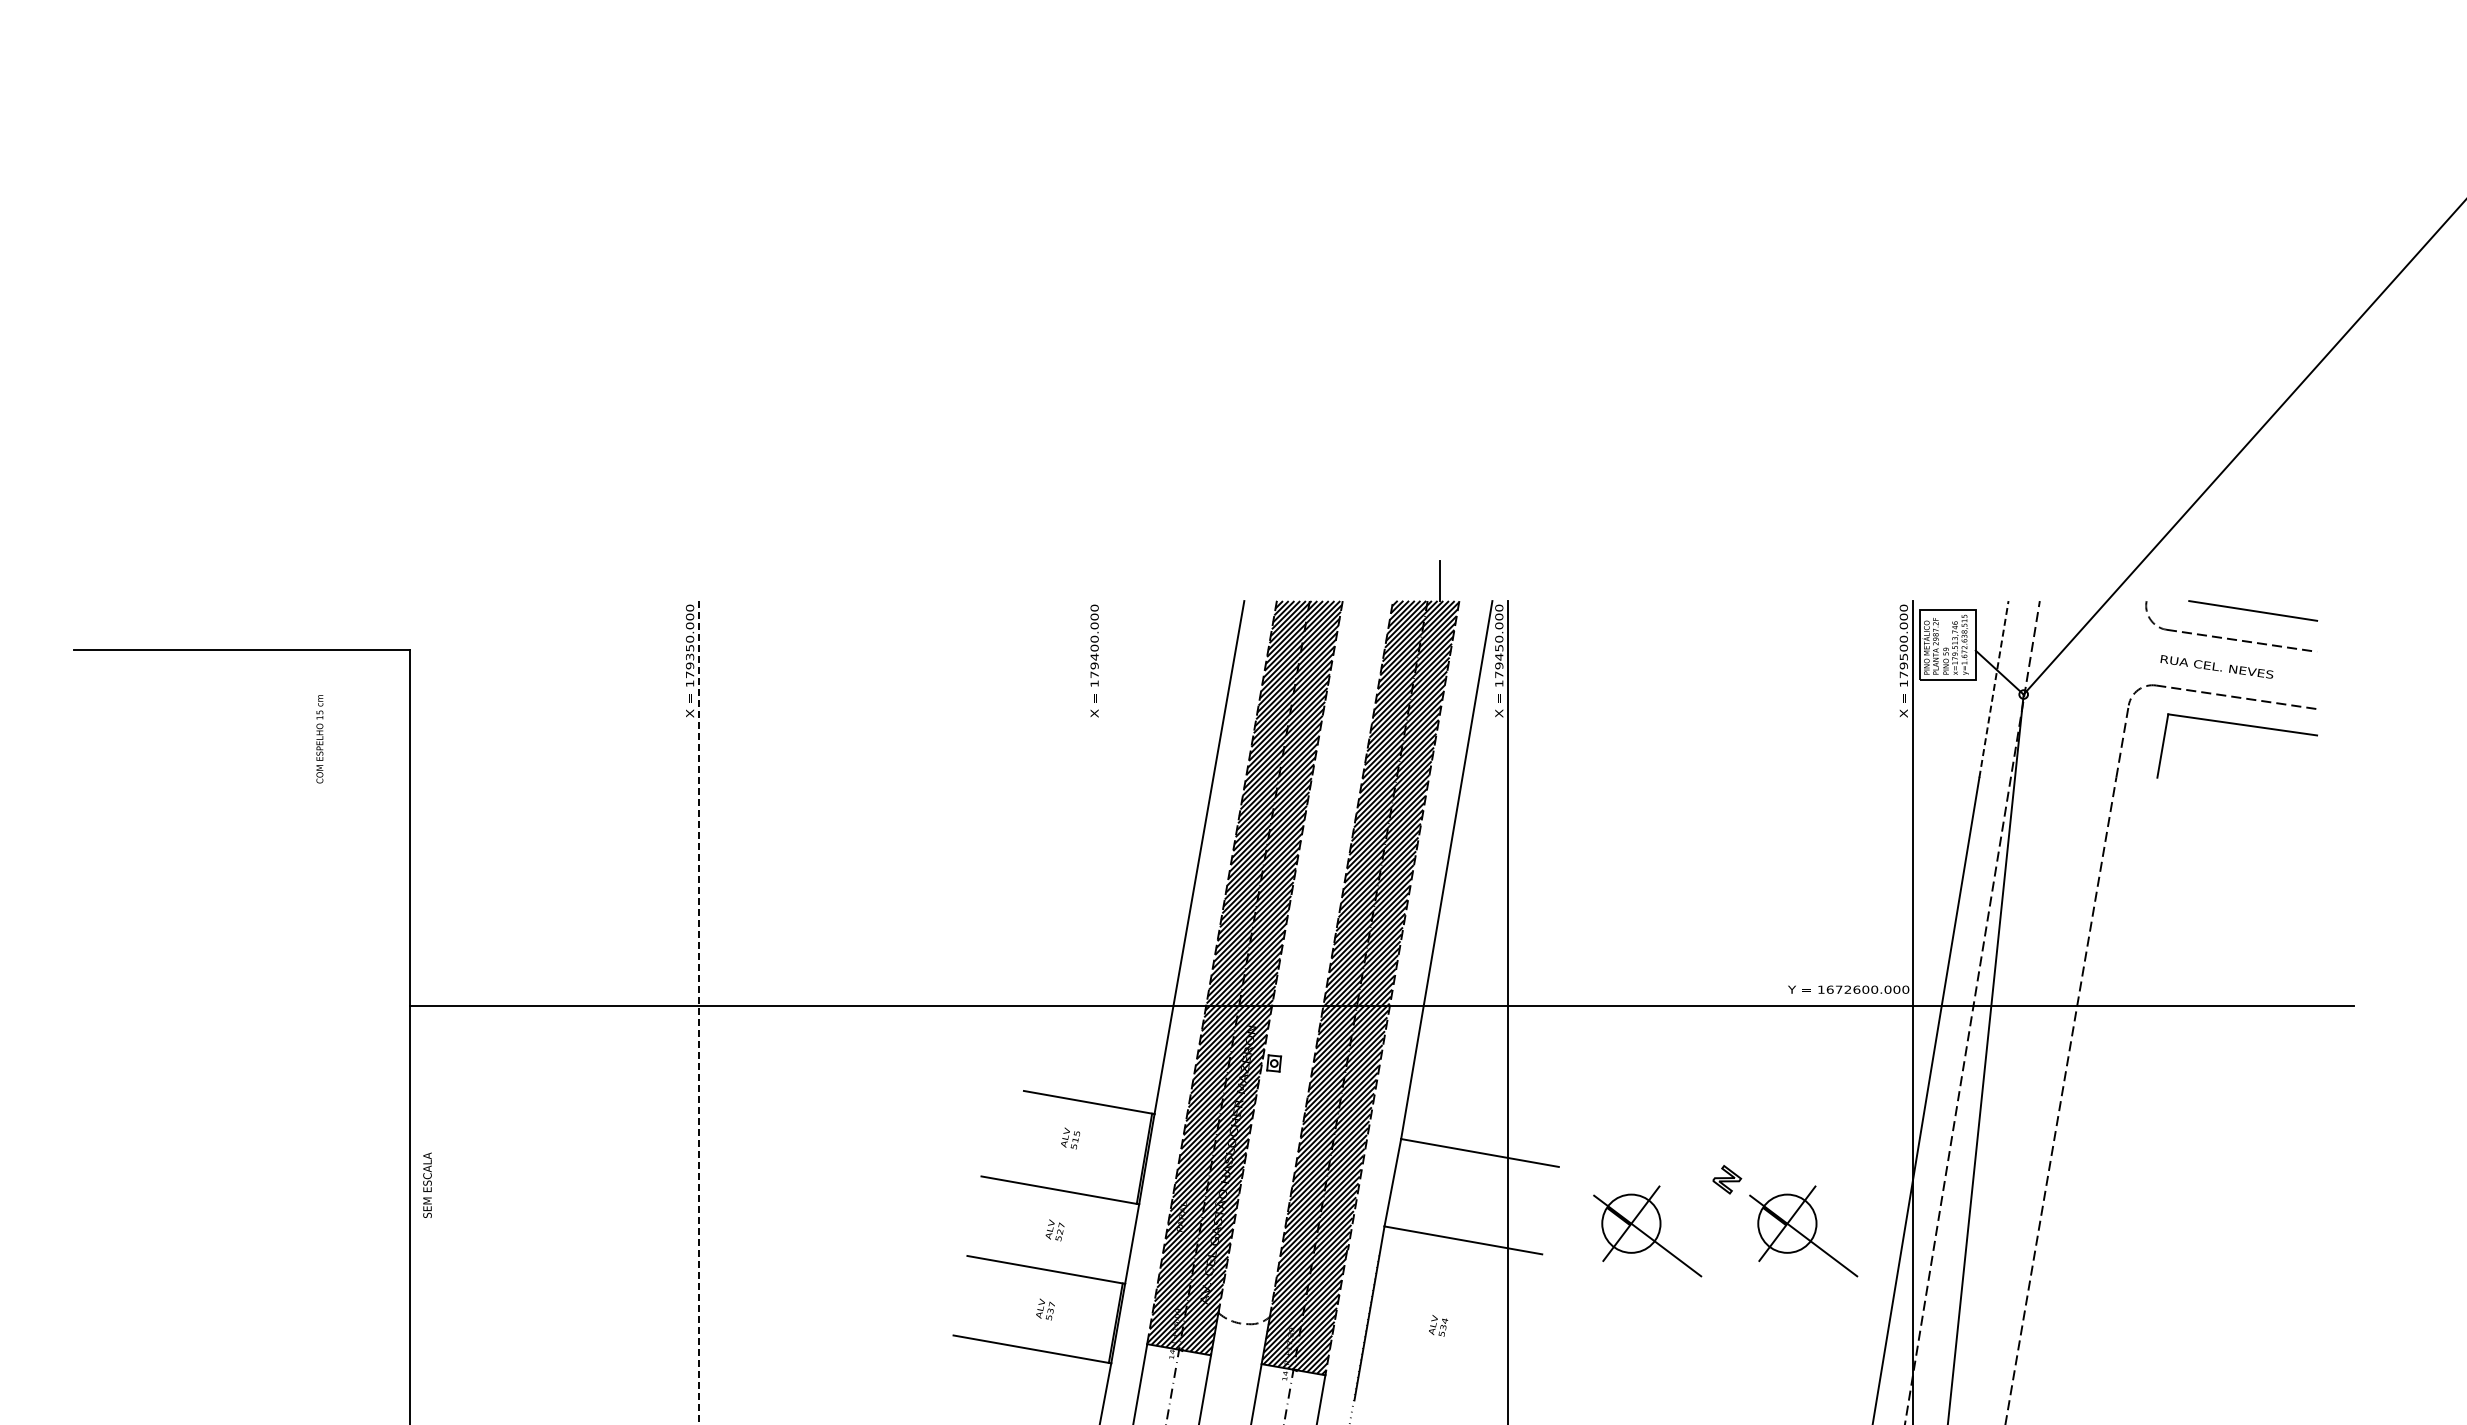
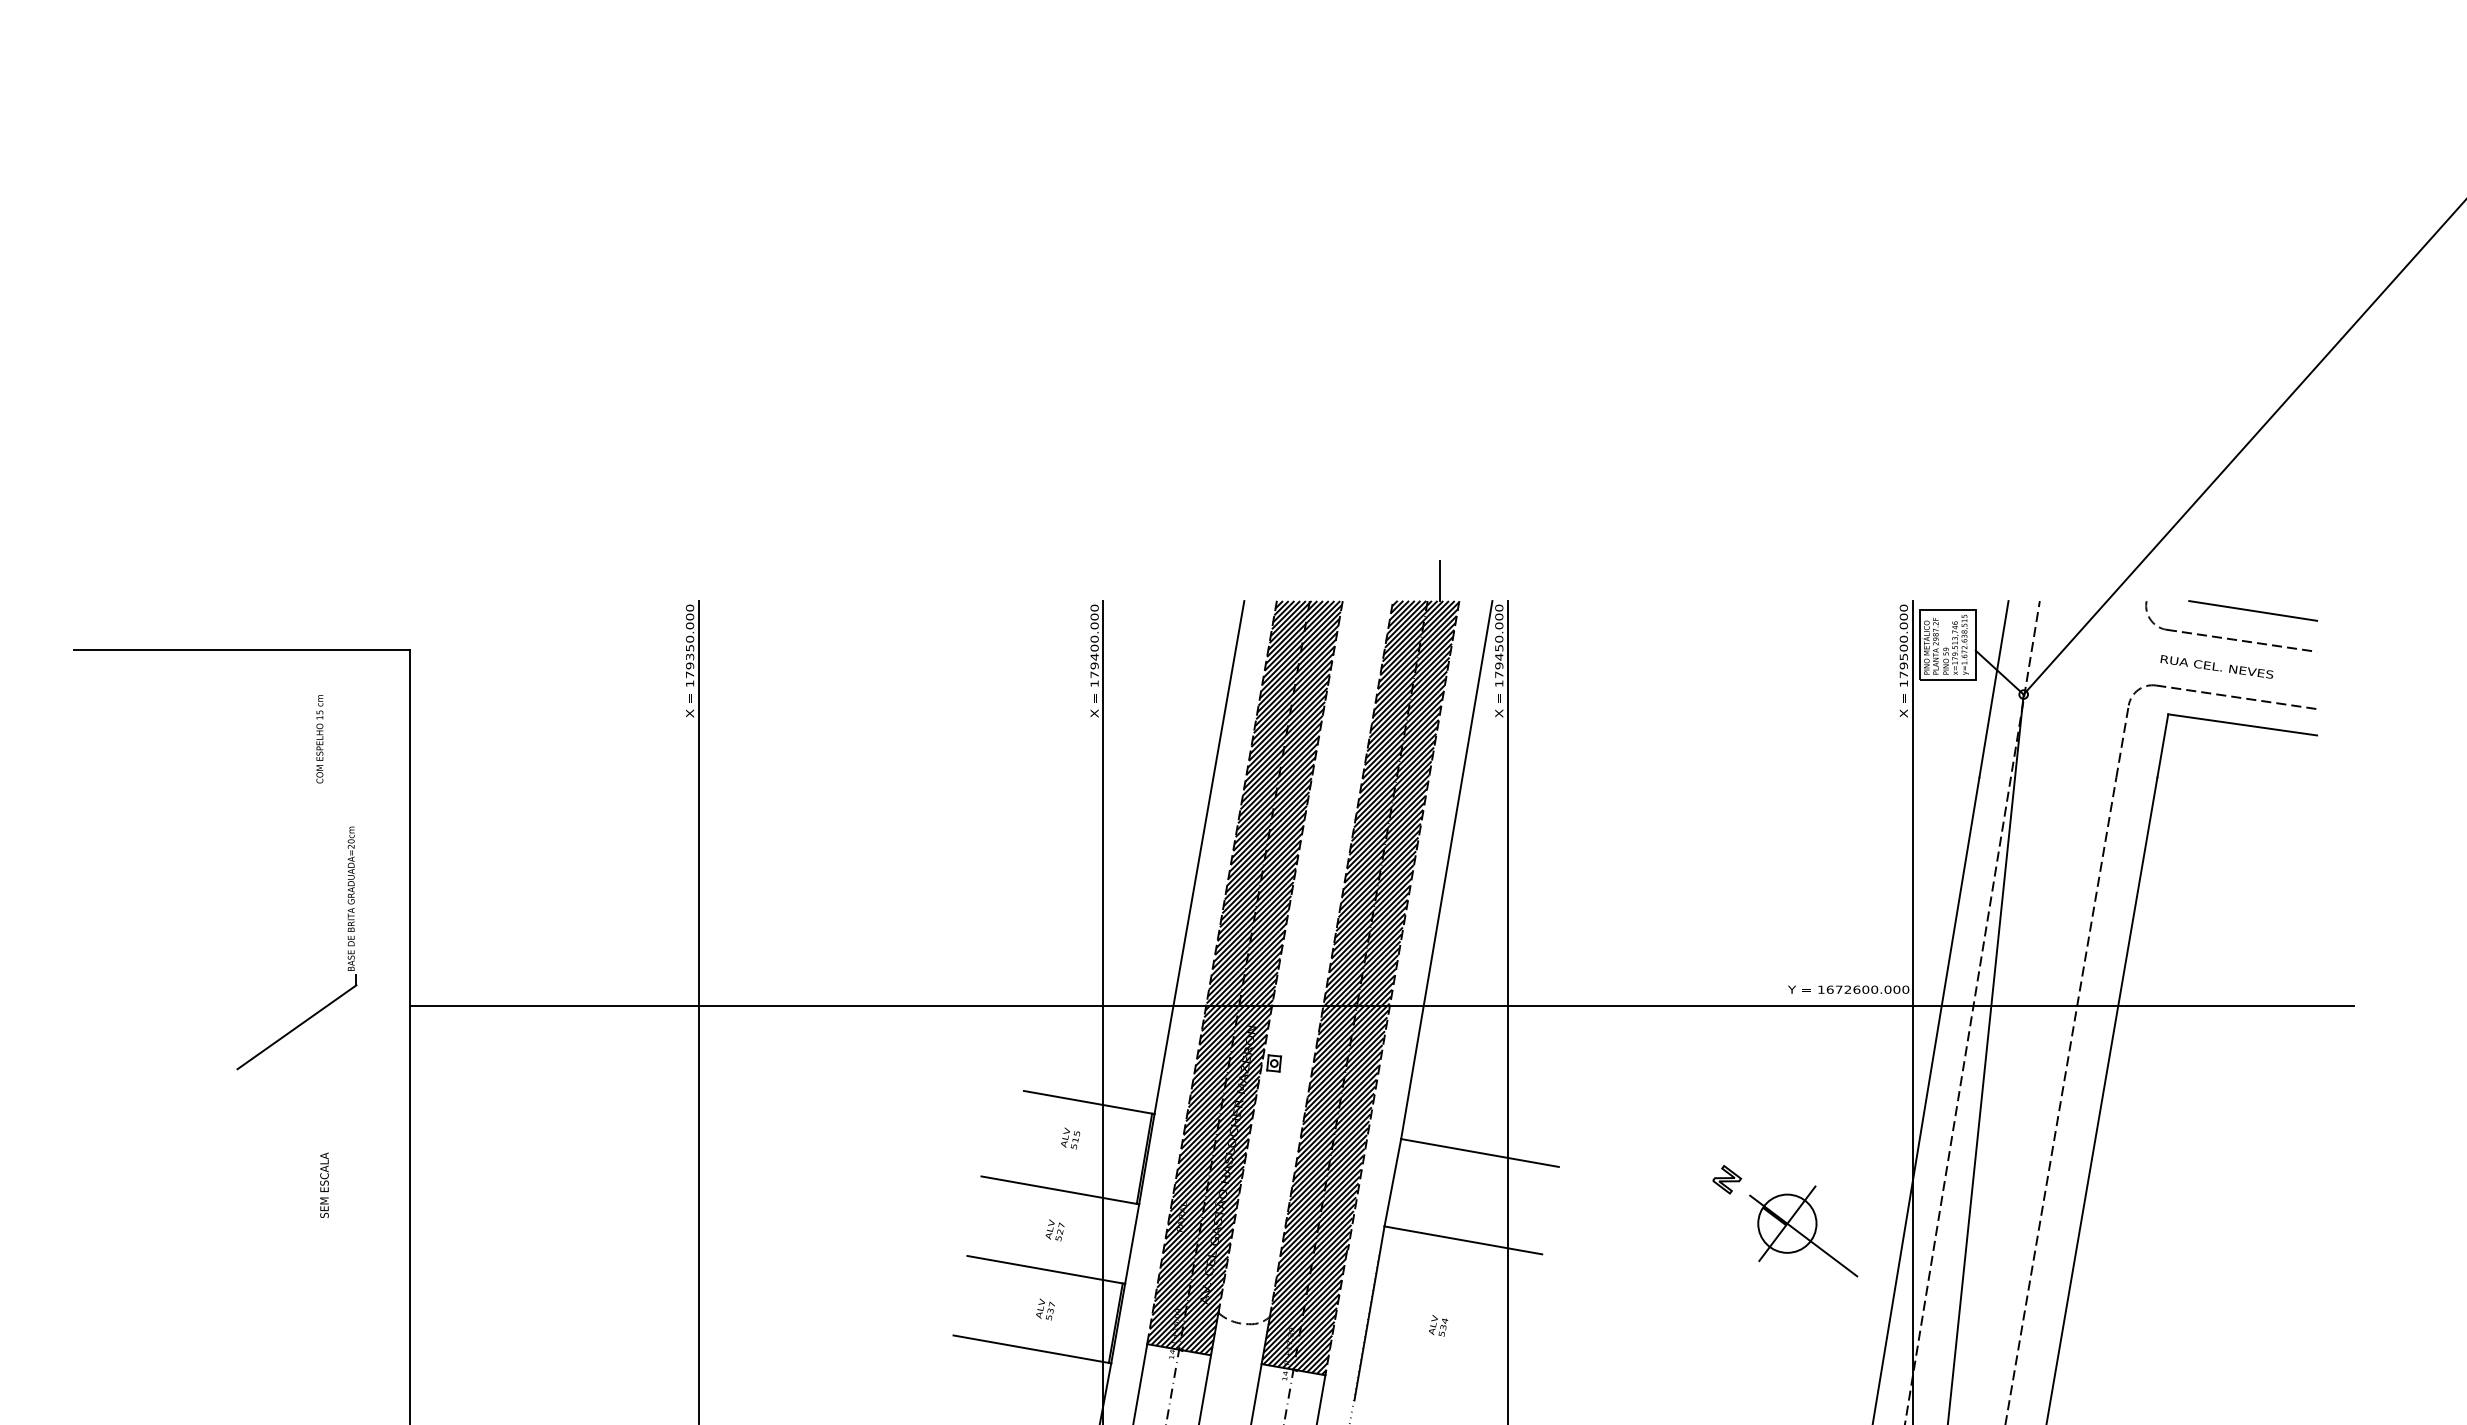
line at (1993, 689): dashed -> solid
part at (347, 945): none -> present
line at (1103, 1011): none -> present
line at (698, 1012): dashed -> solid
line at (2101, 1099): none -> present
text at (427, 1184) position: (427, 1184) -> (324, 1184)
part at (1647, 1231): present -> none
